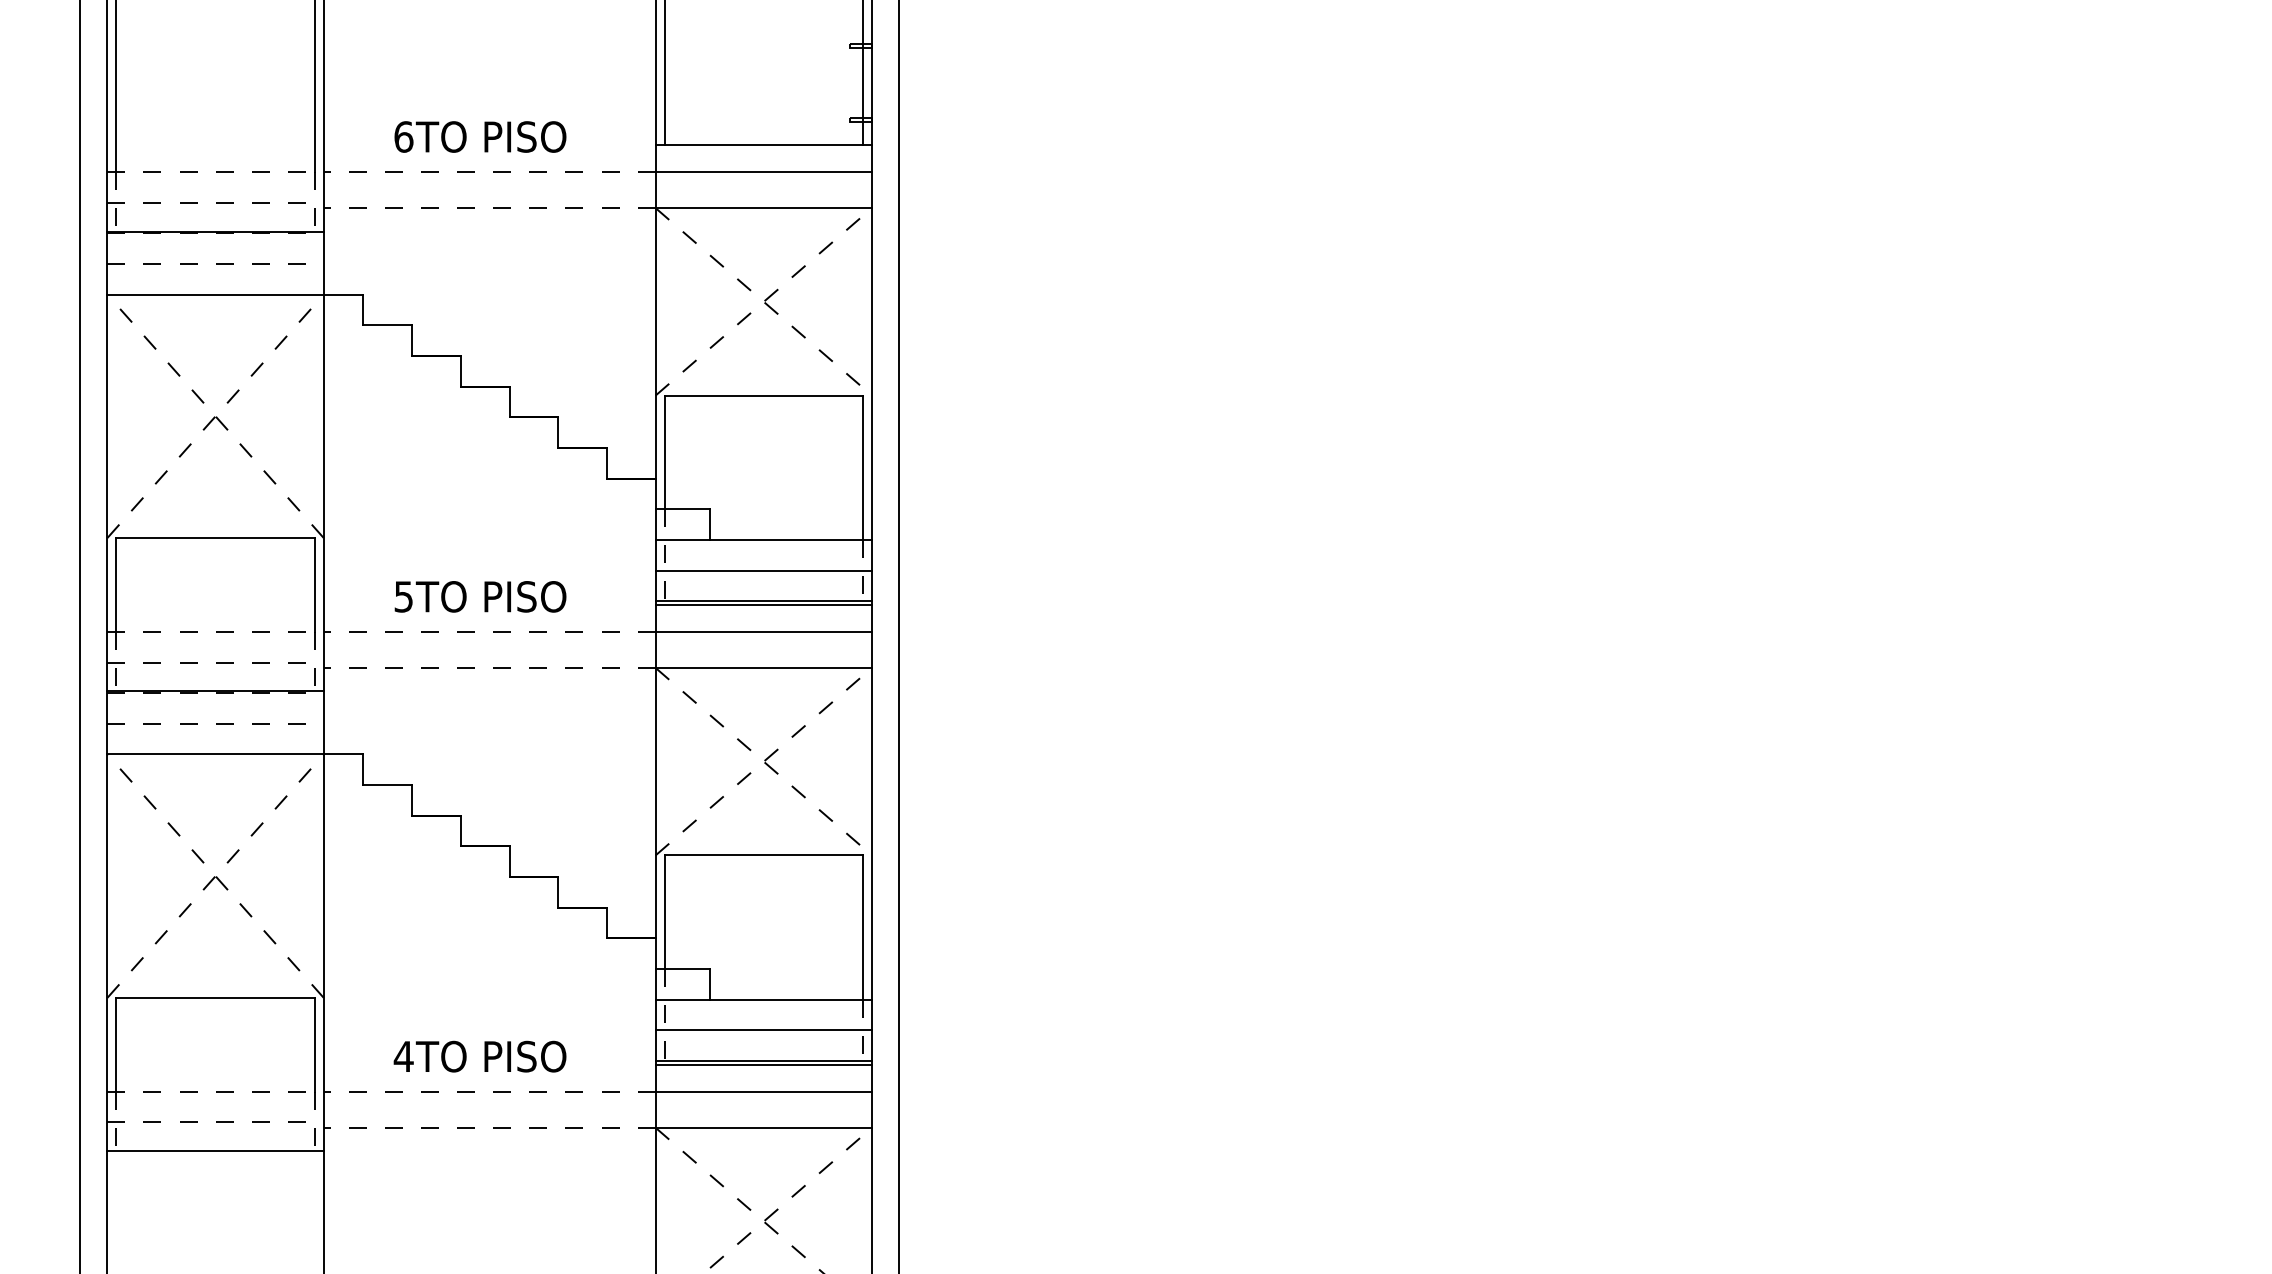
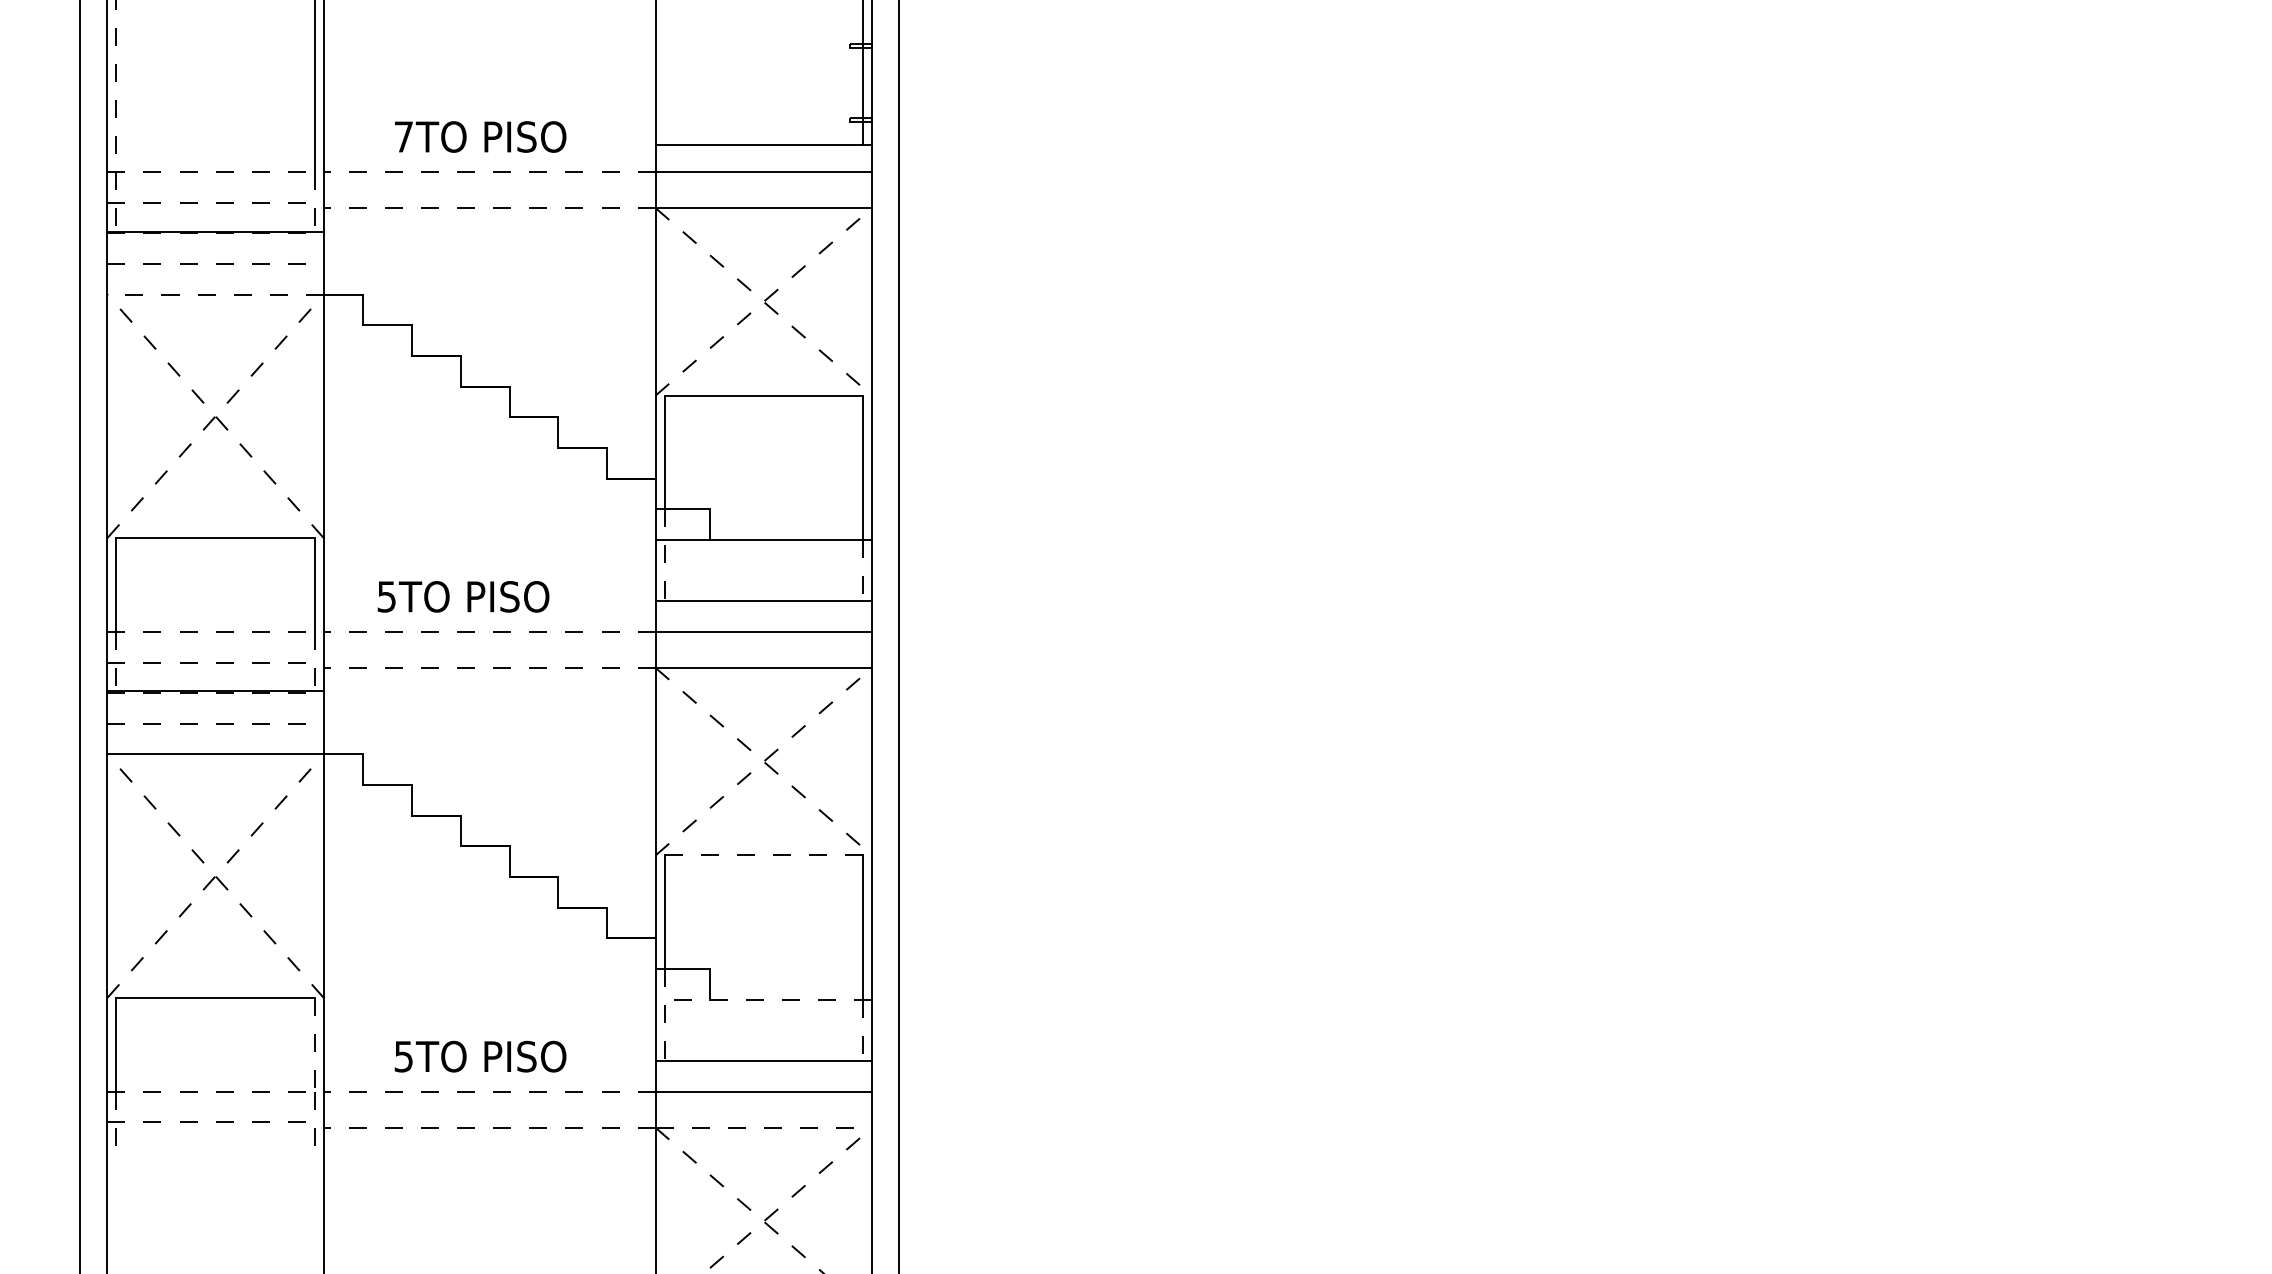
line at (664, 73): present -> none
line at (116, 86): solid -> dashed
text at (403, 136): 6TO -> 7TO
line at (215, 294): solid -> dashed
line at (763, 570): present -> none
text at (480, 596) position: (480, 596) -> (463, 596)
line at (763, 604): present -> none
line at (763, 855): solid -> dashed
line at (763, 999): solid -> dashed
line at (763, 1030): present -> none
line at (314, 1044): solid -> dashed
text at (403, 1056): 4TO -> 5TO
line at (763, 1064): present -> none
line at (764, 1127): solid -> dashed
line at (215, 1151): present -> none
